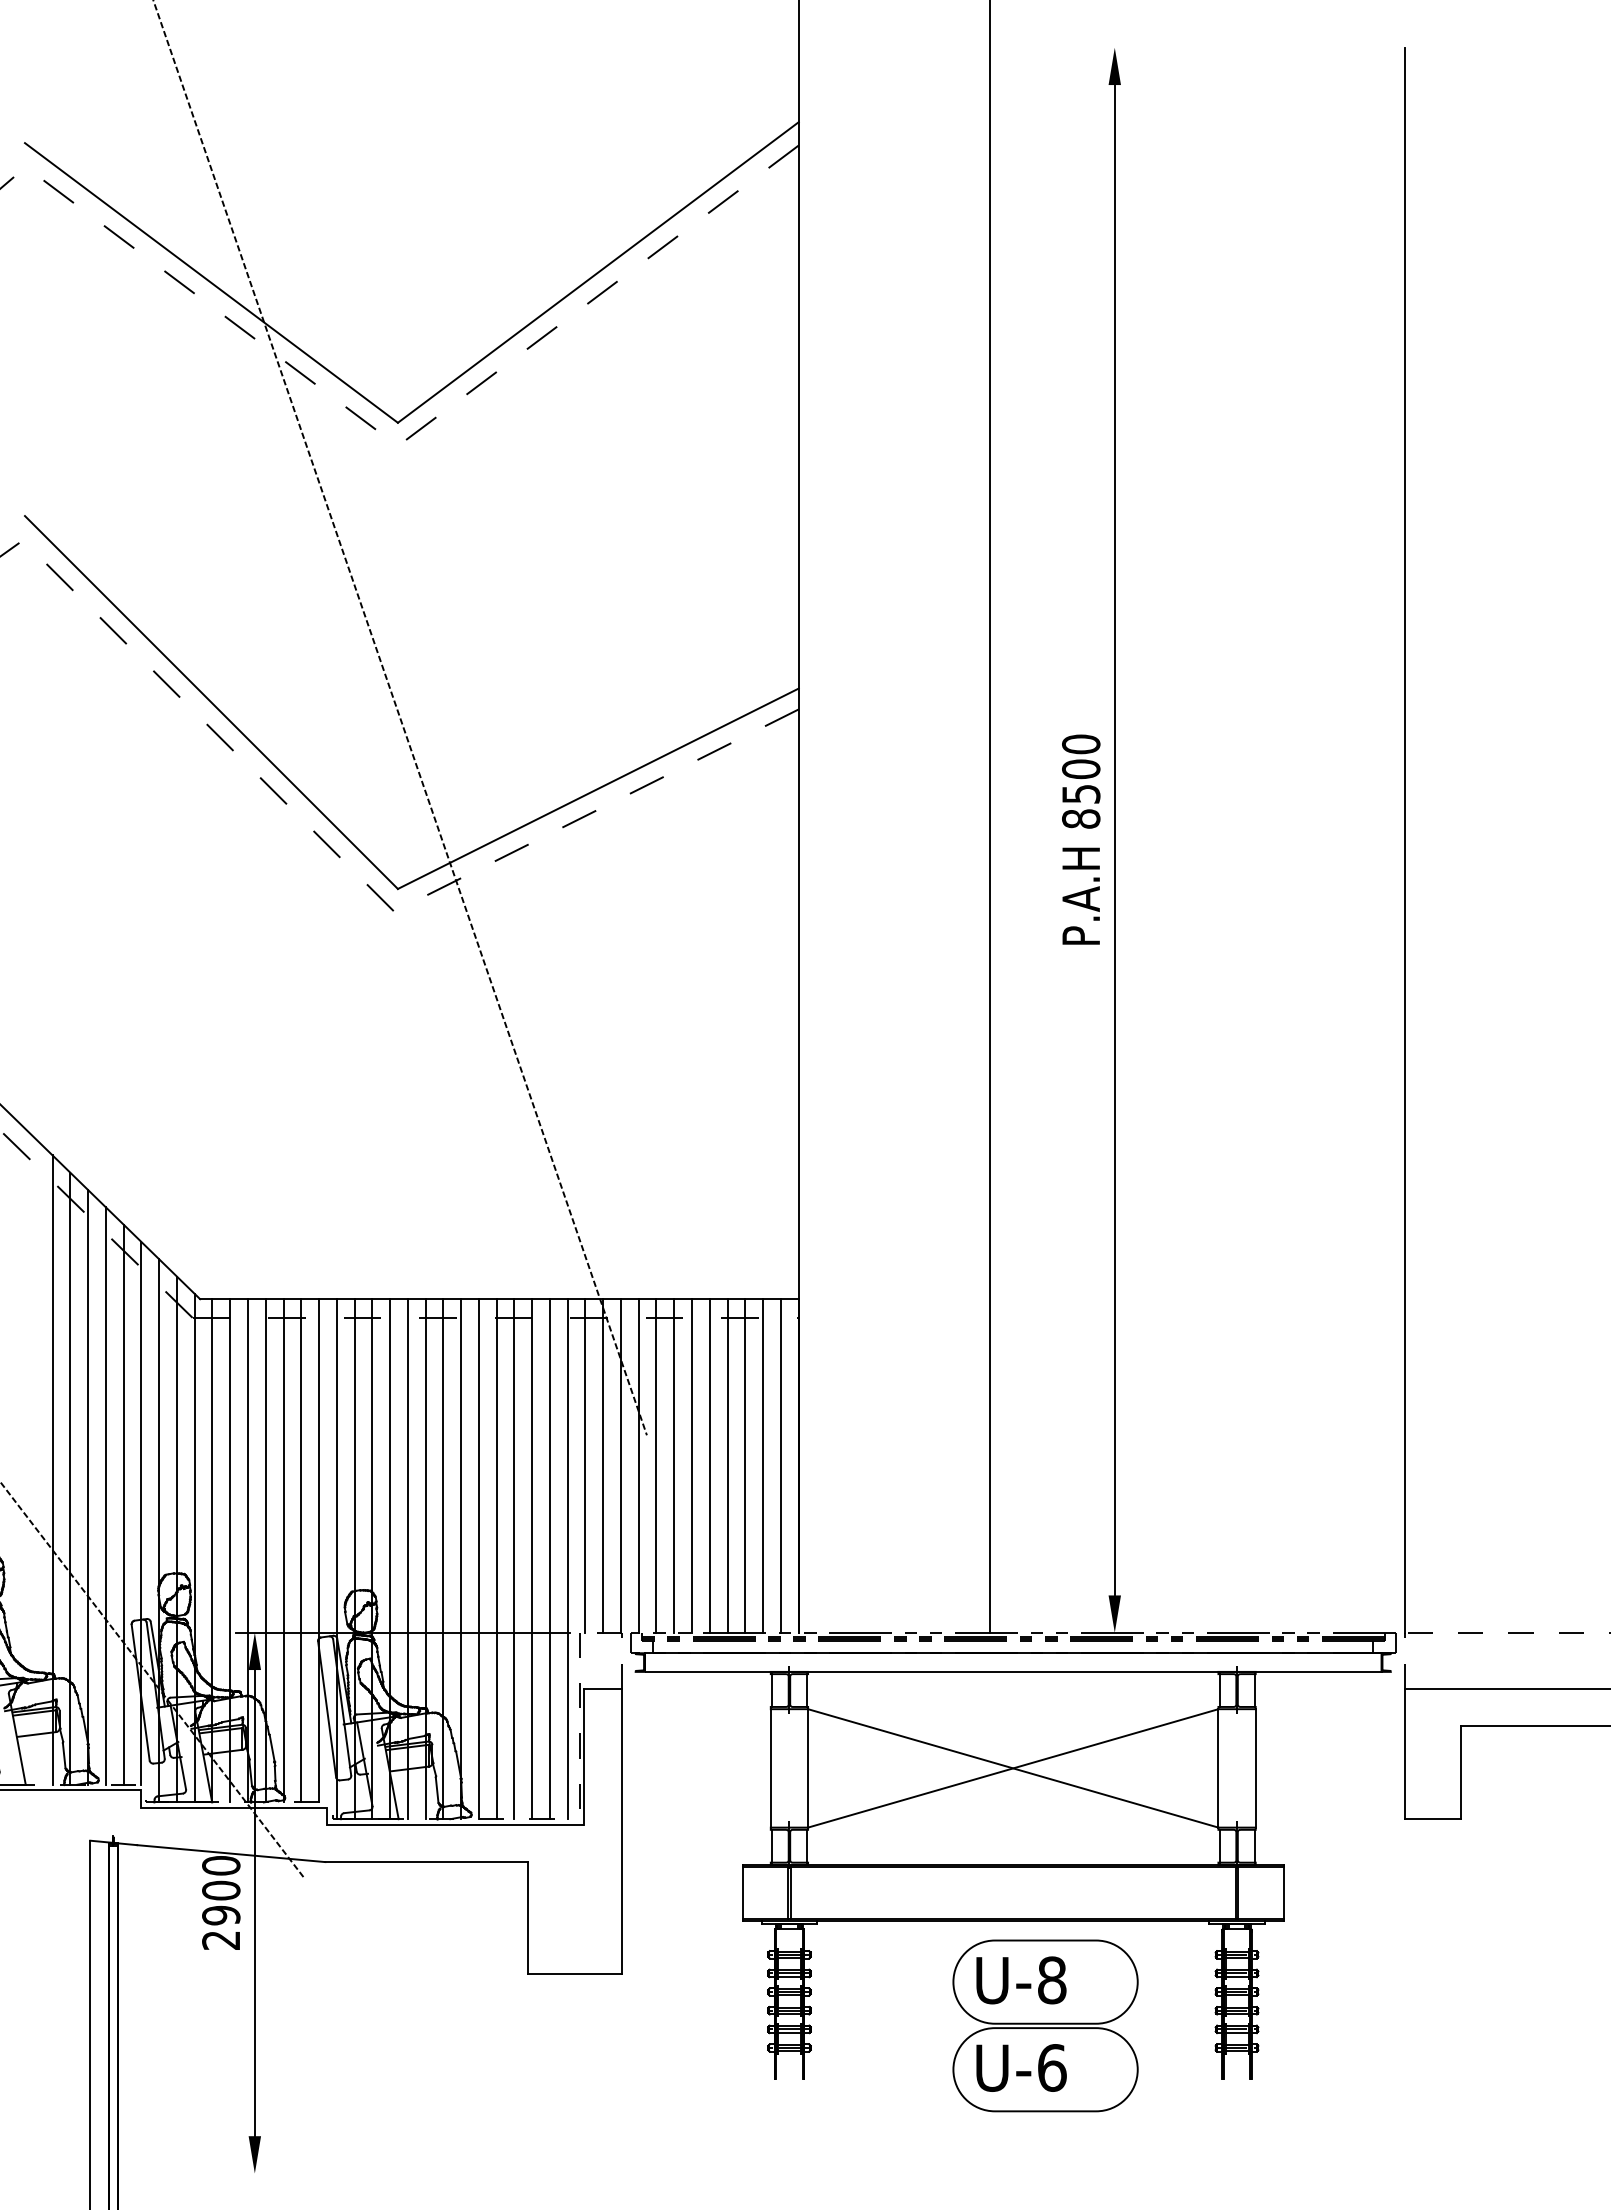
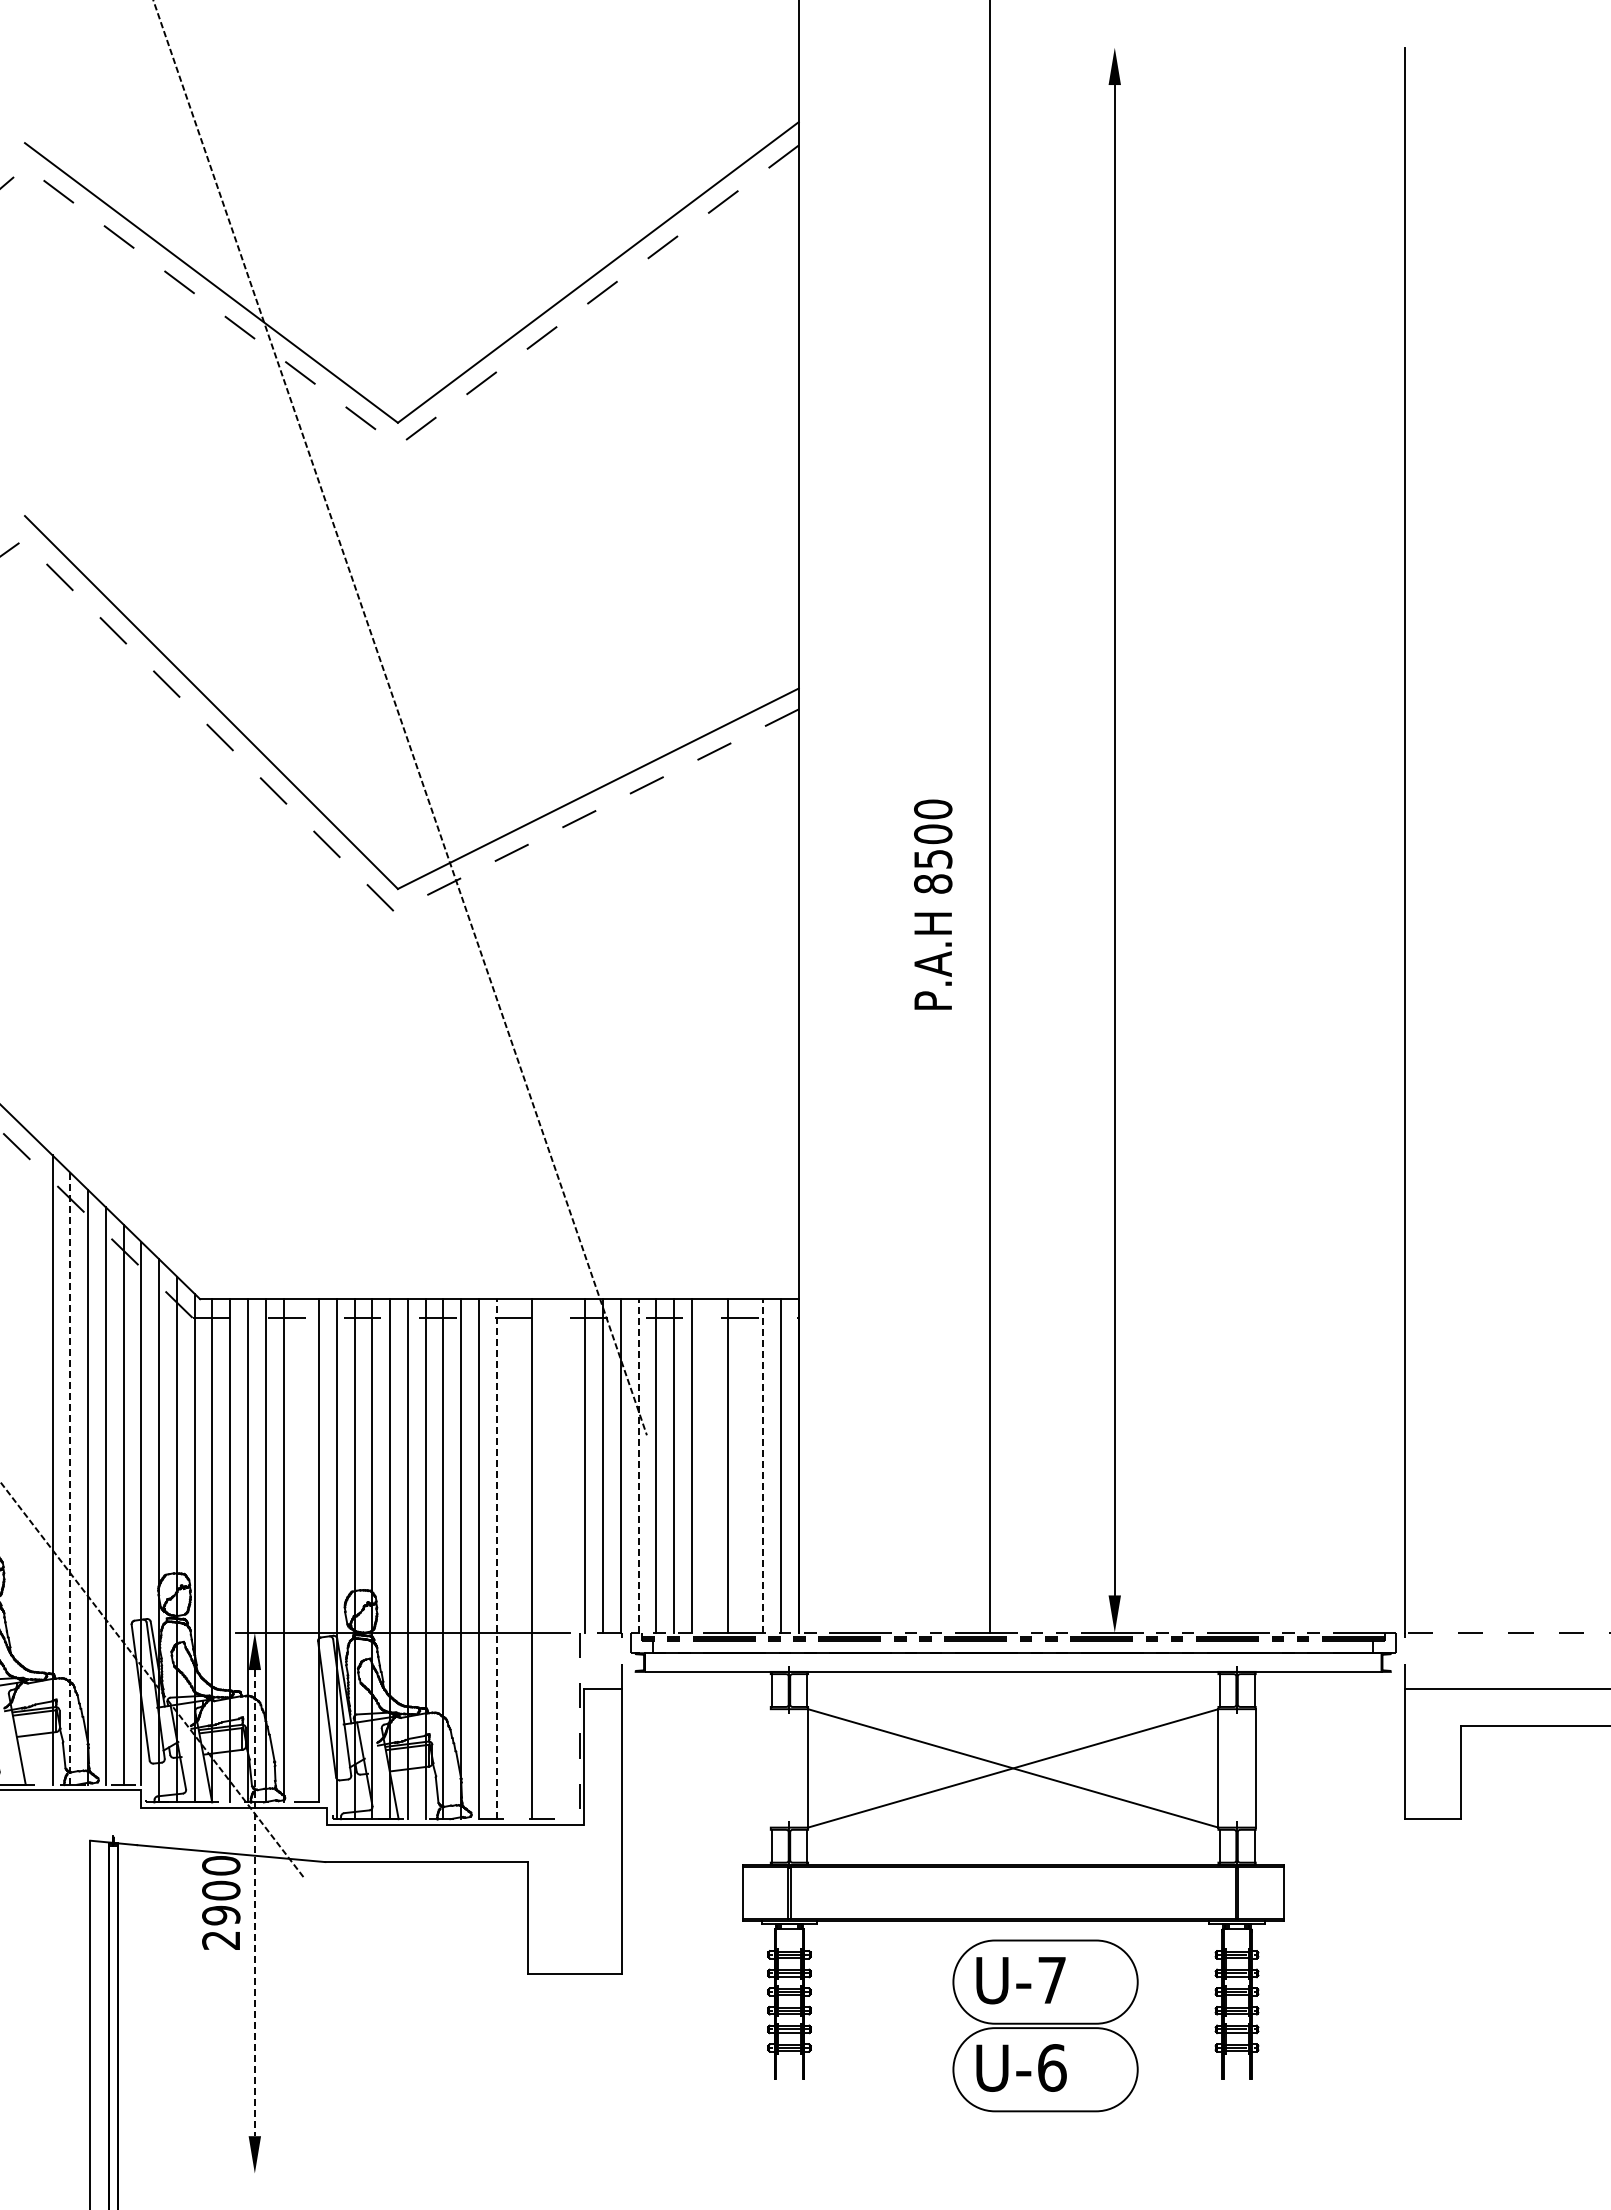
text at (1081, 839) position: (1081, 839) -> (933, 904)
line at (638, 1465): solid -> dashed
line at (709, 1465): present -> none
line at (745, 1465): present -> none
line at (763, 1465): solid -> dashed
line at (70, 1478): solid -> dashed
line at (301, 1550): present -> none
line at (496, 1558): solid -> dashed
line at (514, 1559): present -> none
line at (549, 1559): present -> none
line at (567, 1559): present -> none
line at (770, 1768): present -> none
line at (254, 1903): solid -> dashed
text at (1052, 1980): U-8 -> U-7
